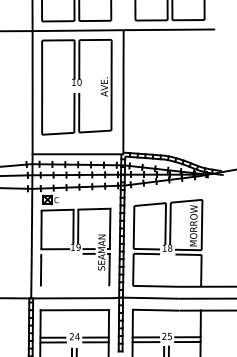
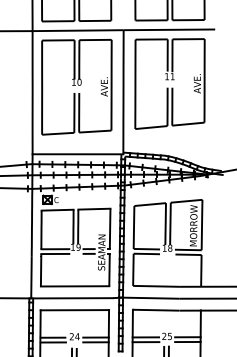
part at (169, 83): none -> present
line at (55, 253): none -> present
line at (74, 286): none -> present
